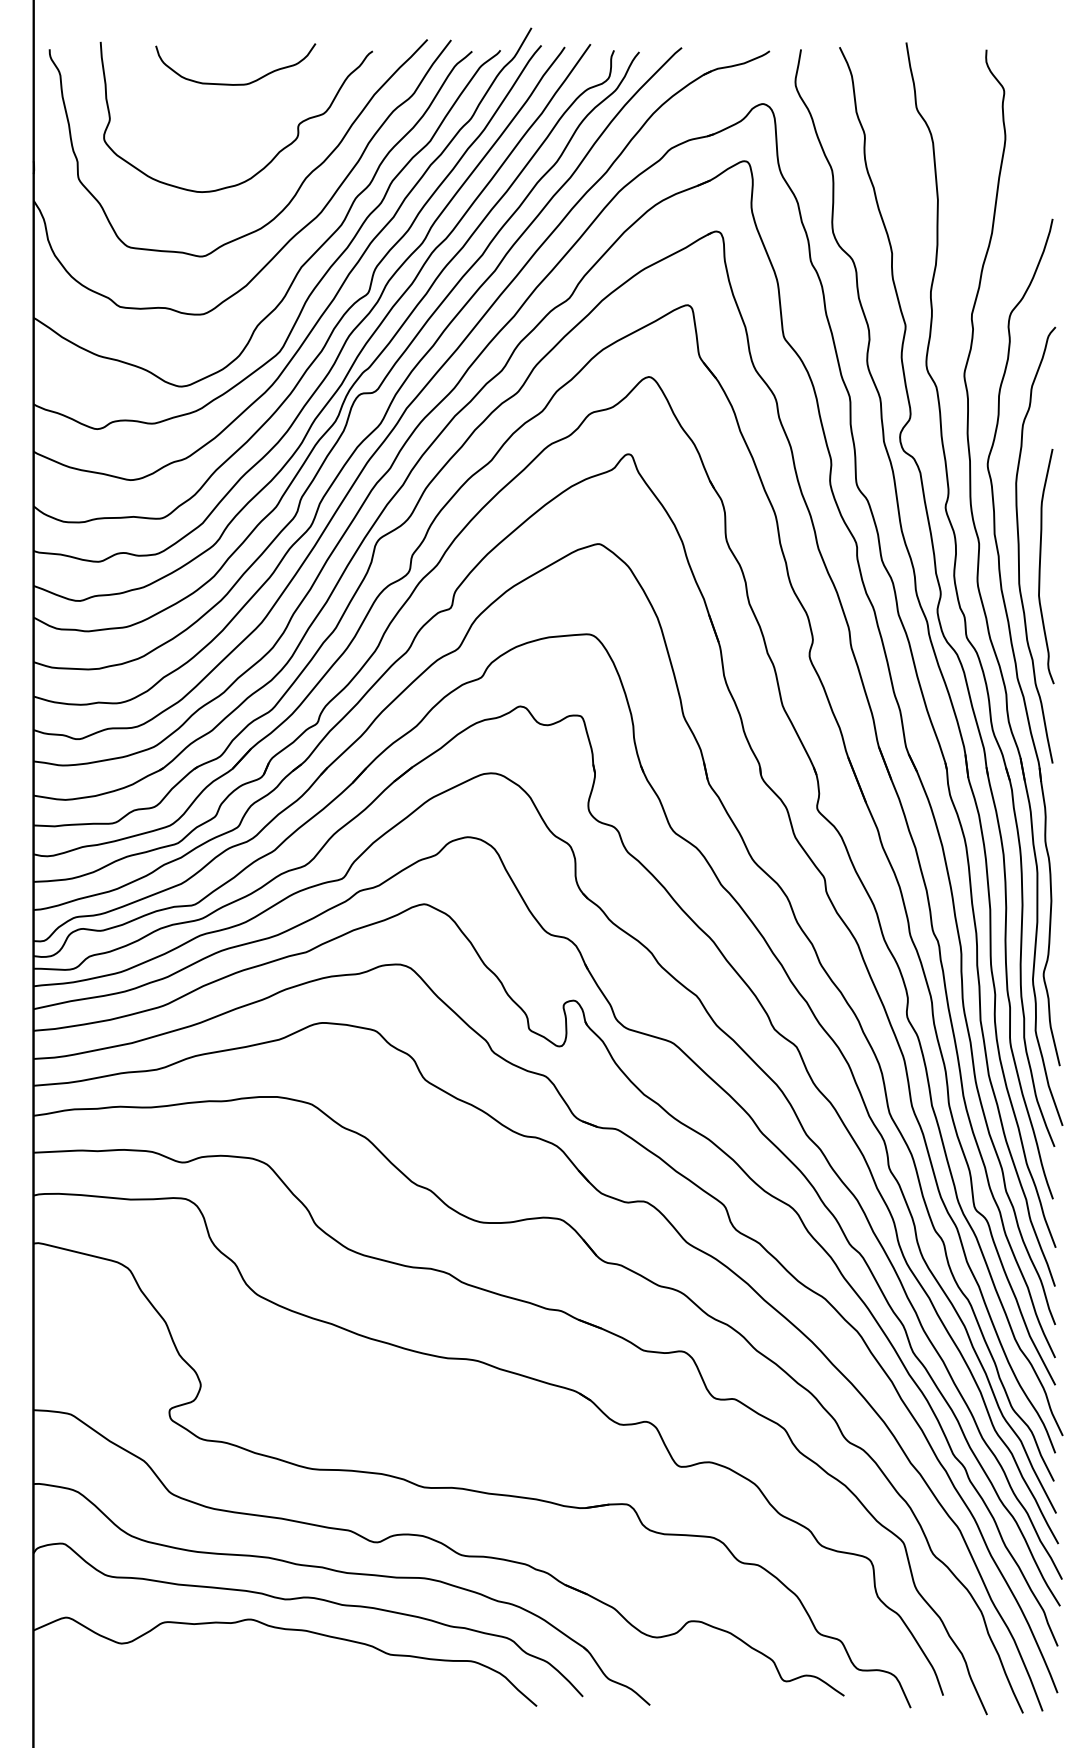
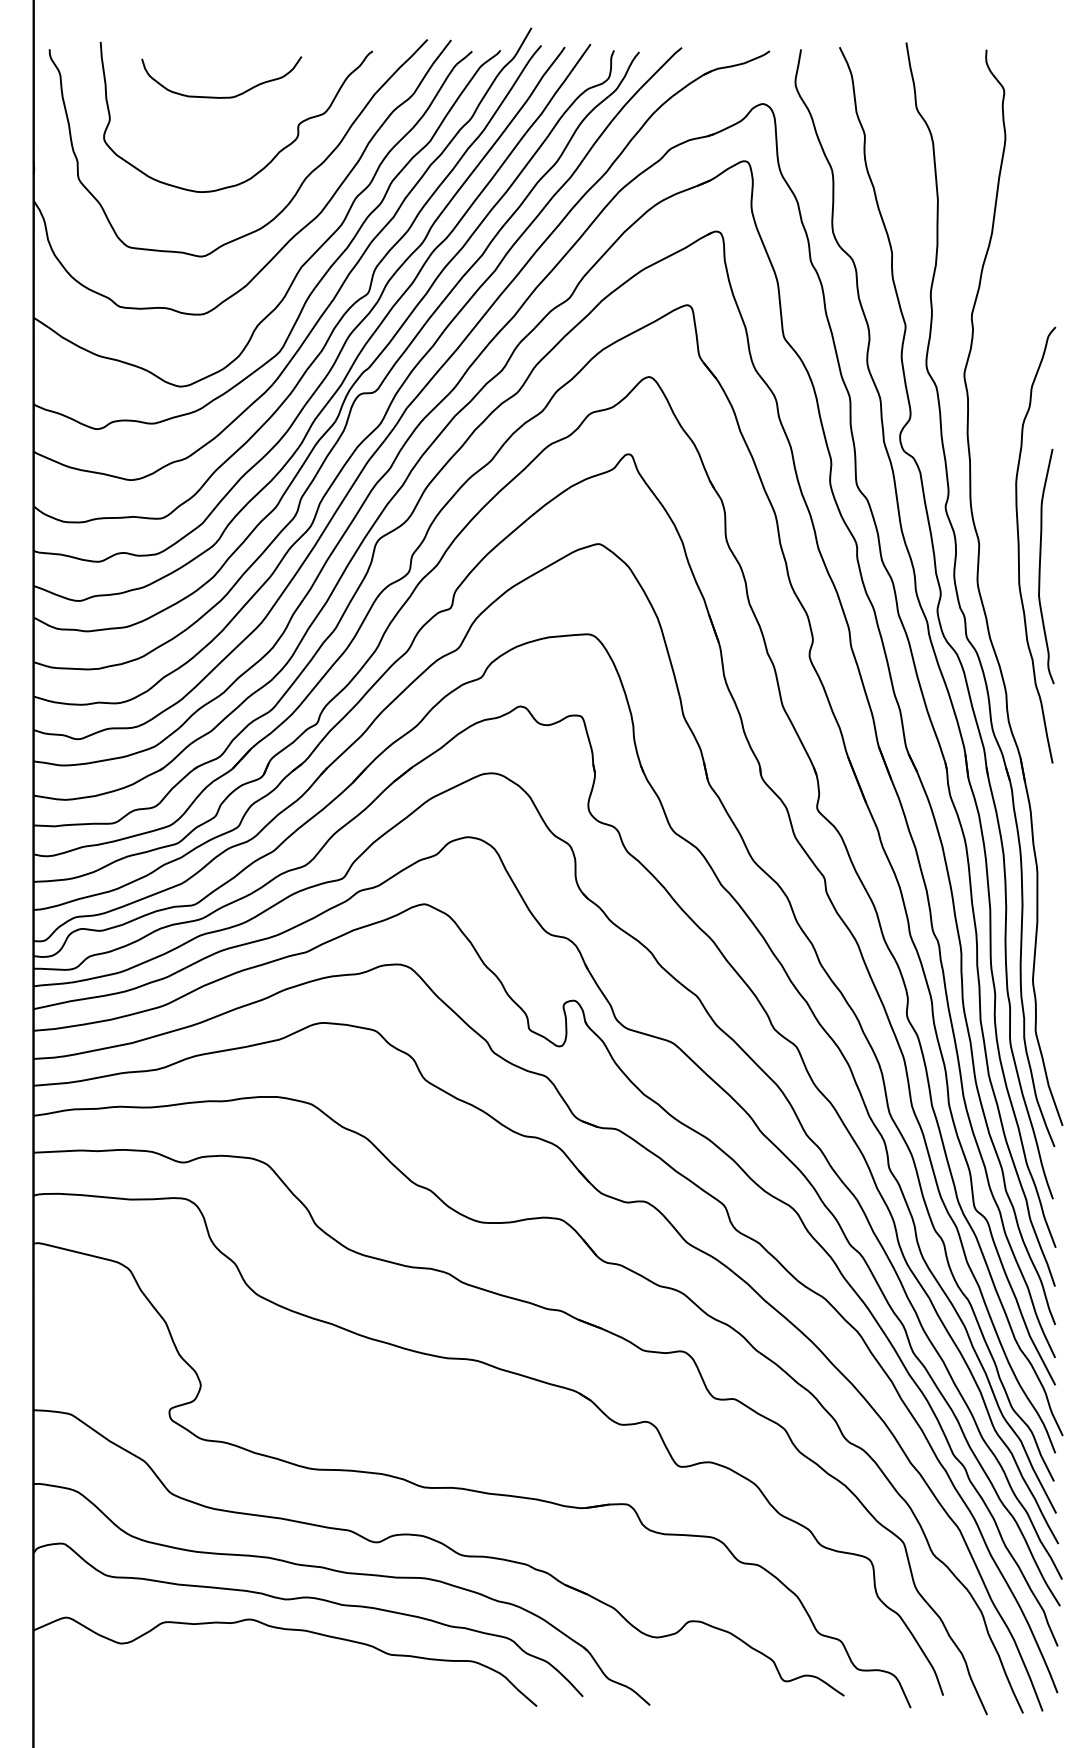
curve at (238, 83) position: (238, 83) -> (224, 96)
part at (1013, 646): present -> none
